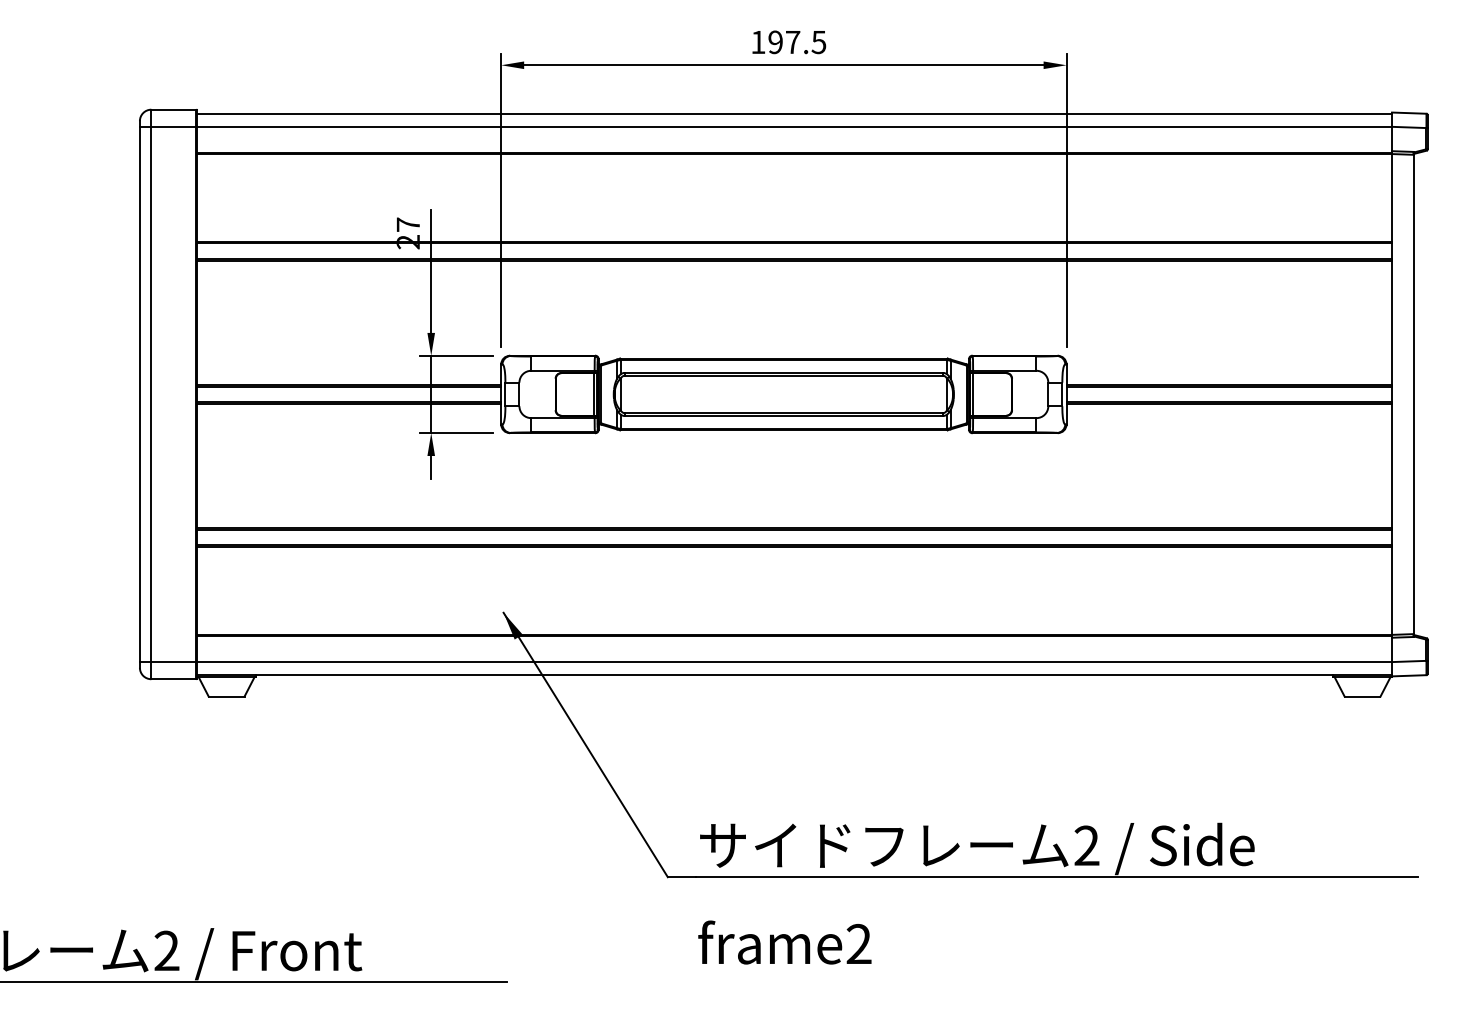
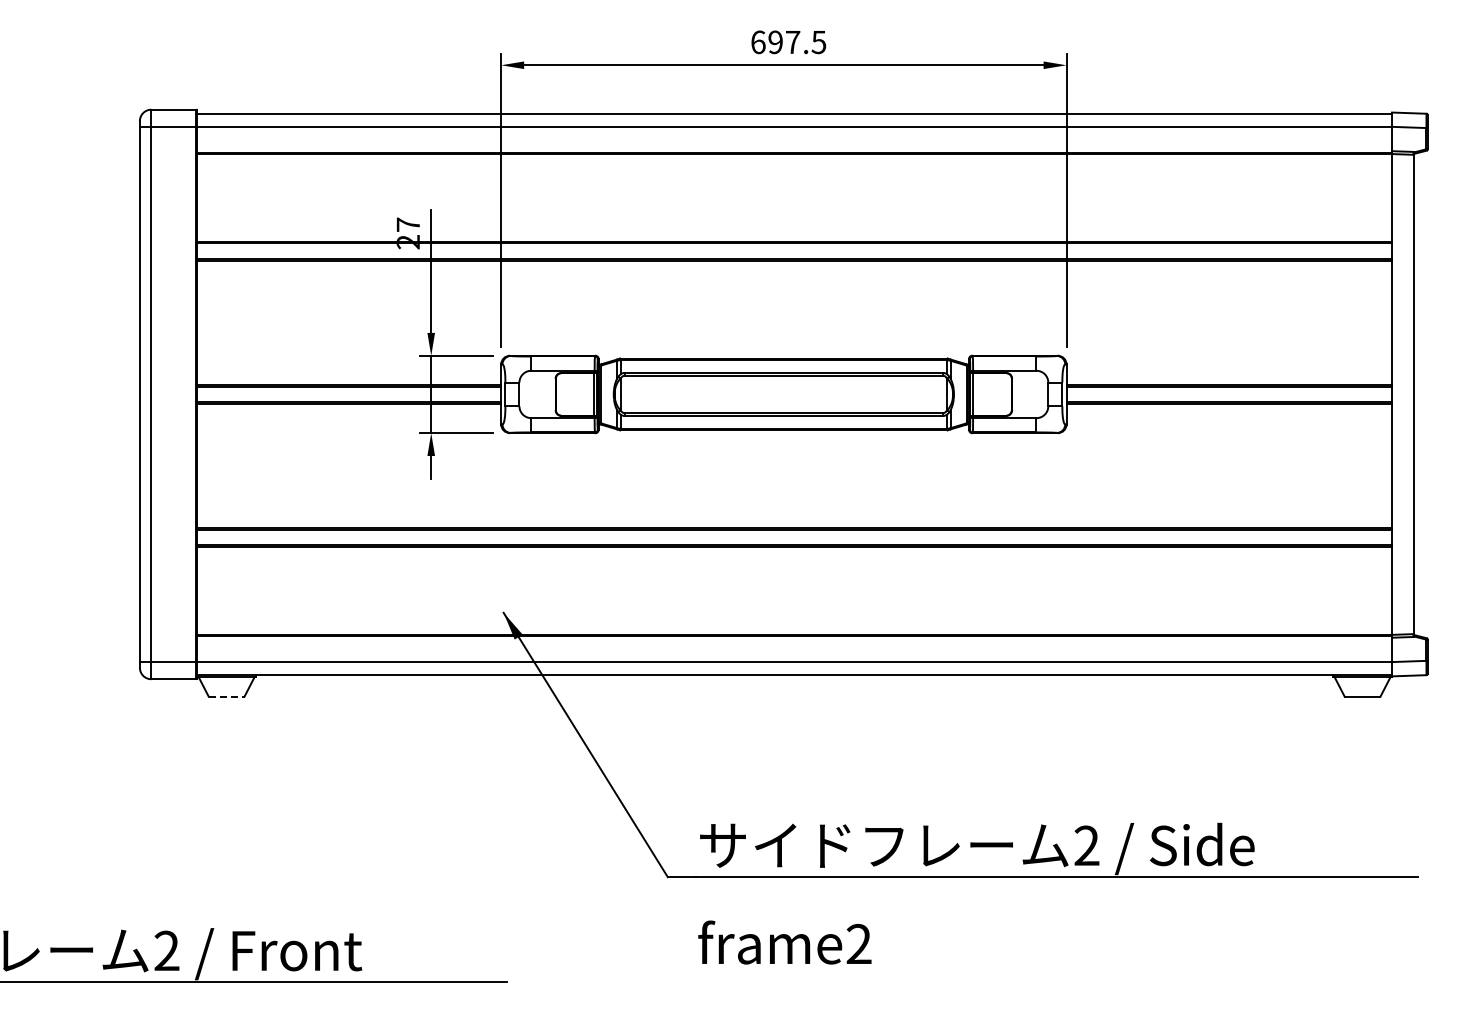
text at (758, 42): 197.5 -> 697.5
line at (226, 696): solid -> dashed
